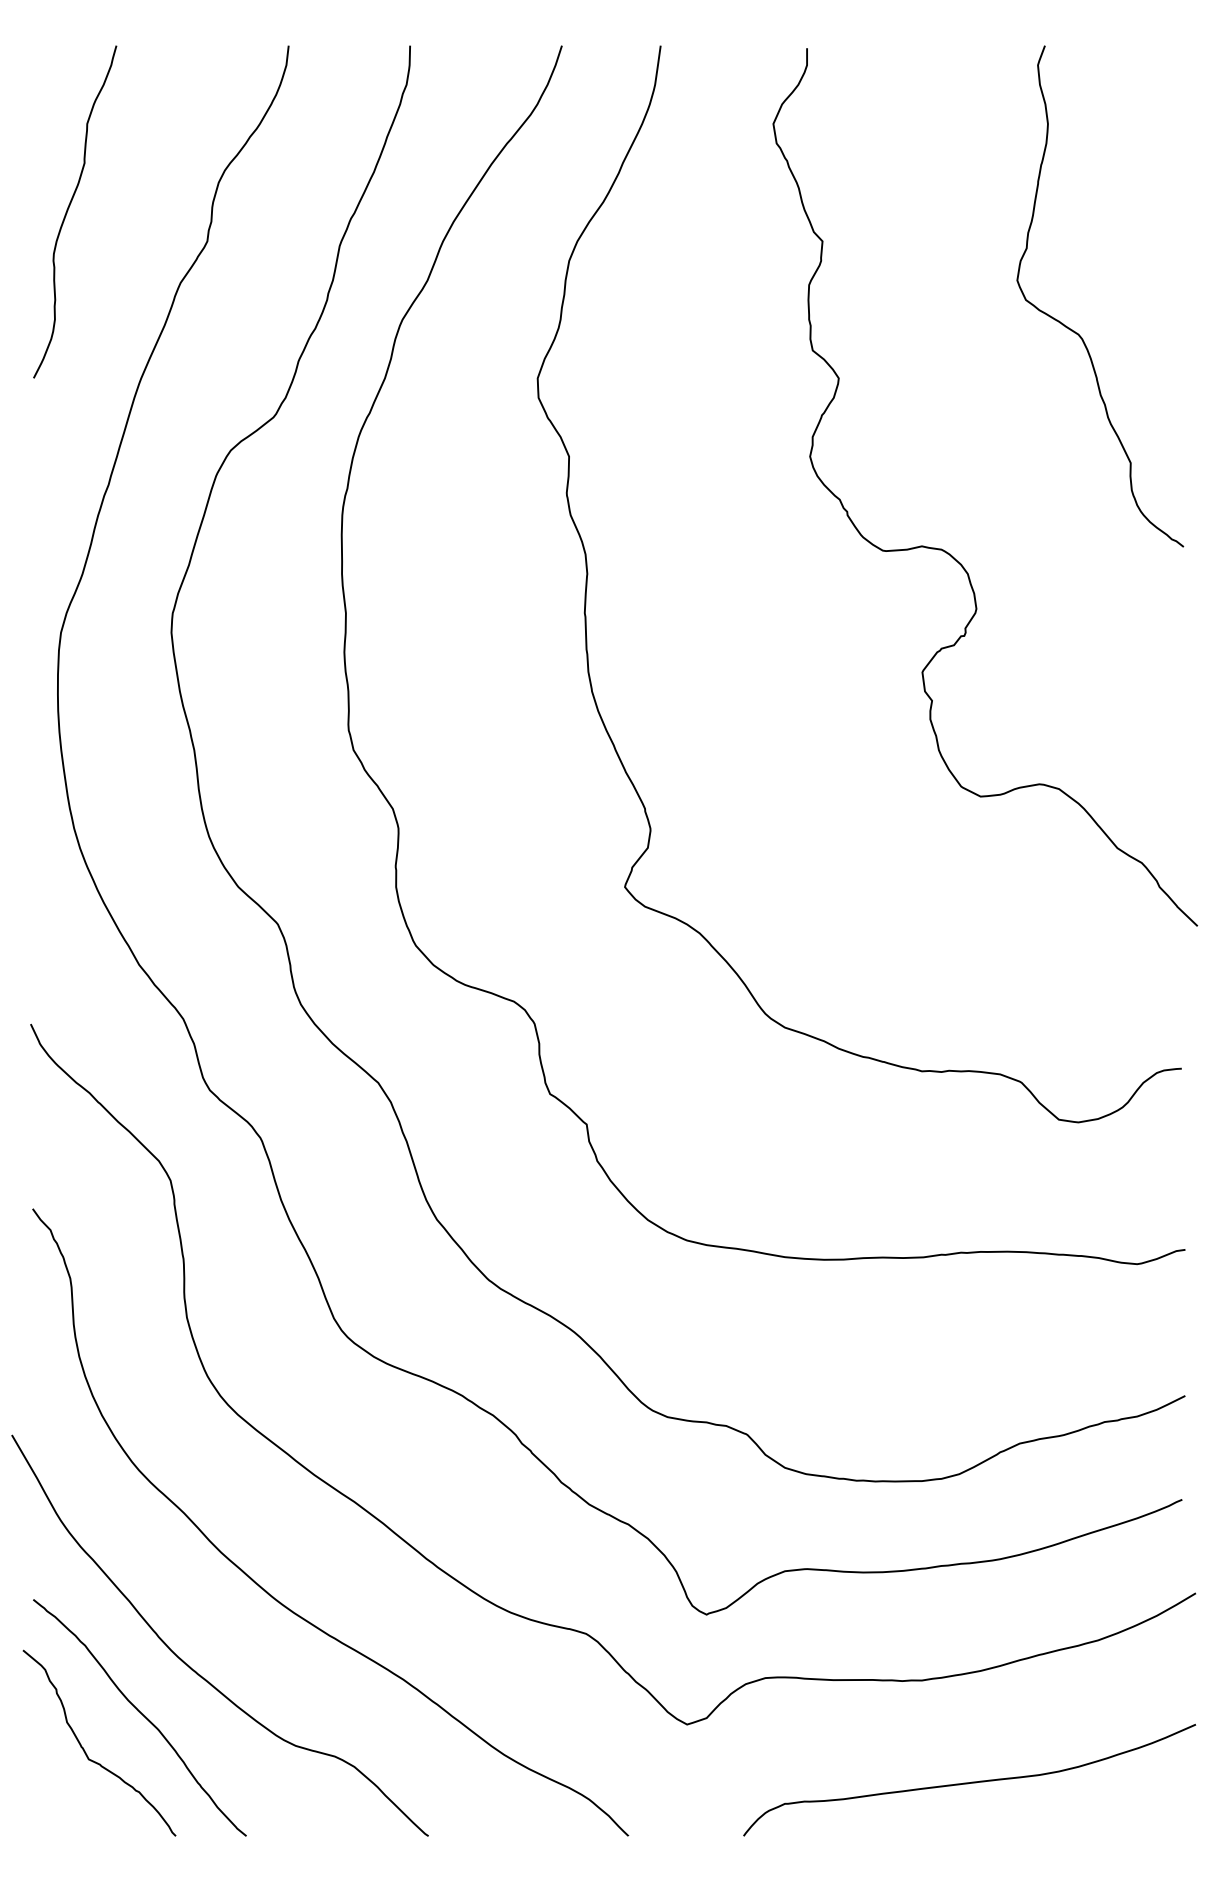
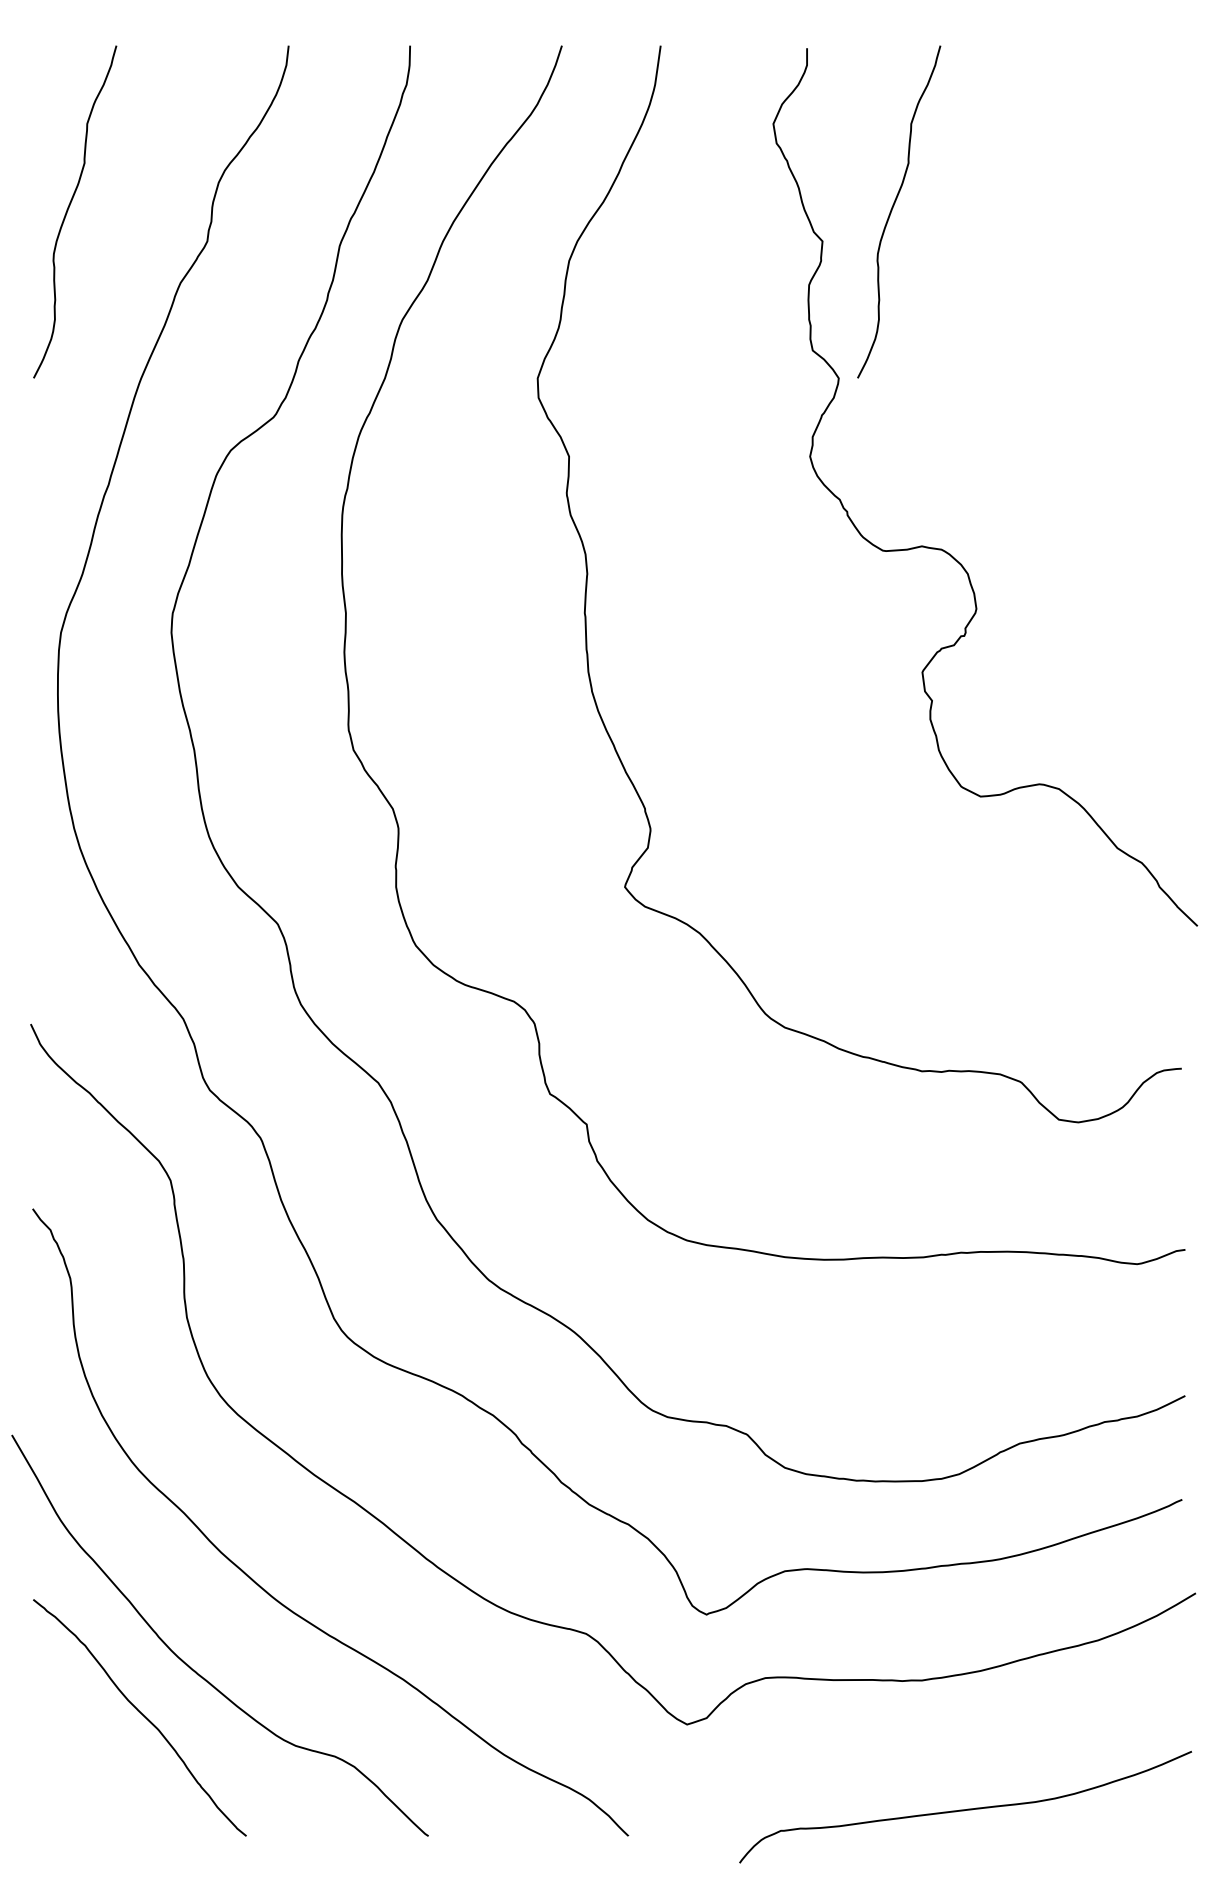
curve at (893, 208): none -> present
curve at (1077, 332): present -> none
curve at (85, 1750): present -> none
curve at (971, 1781) position: (971, 1781) -> (967, 1808)
